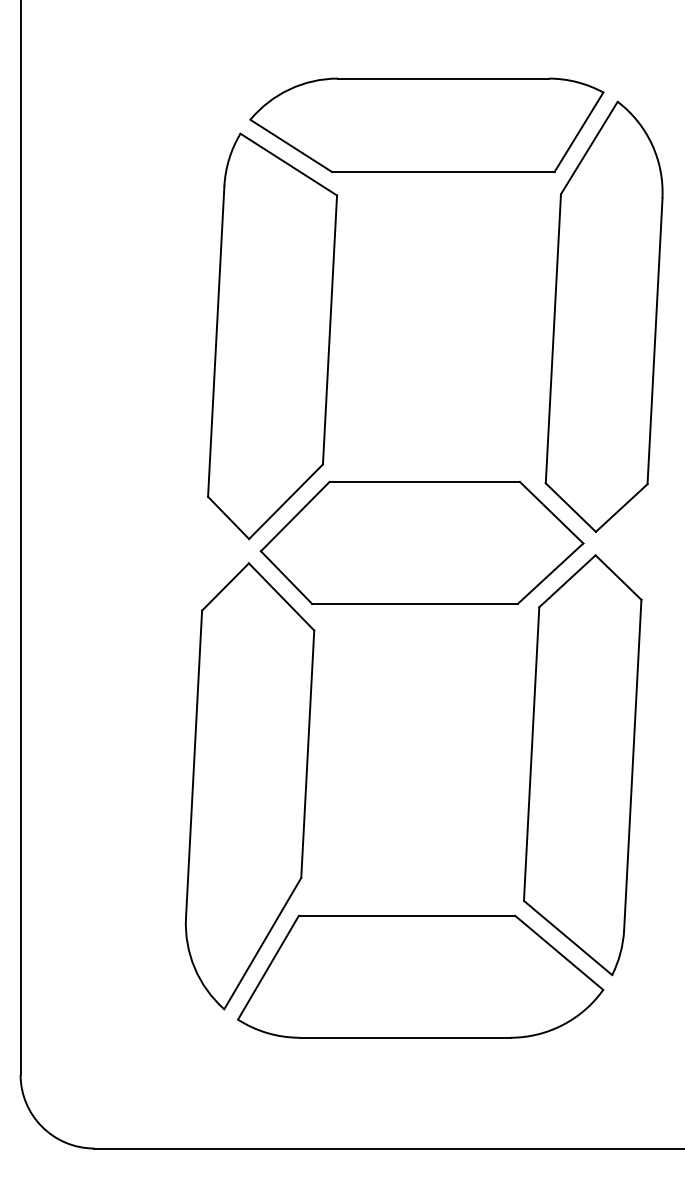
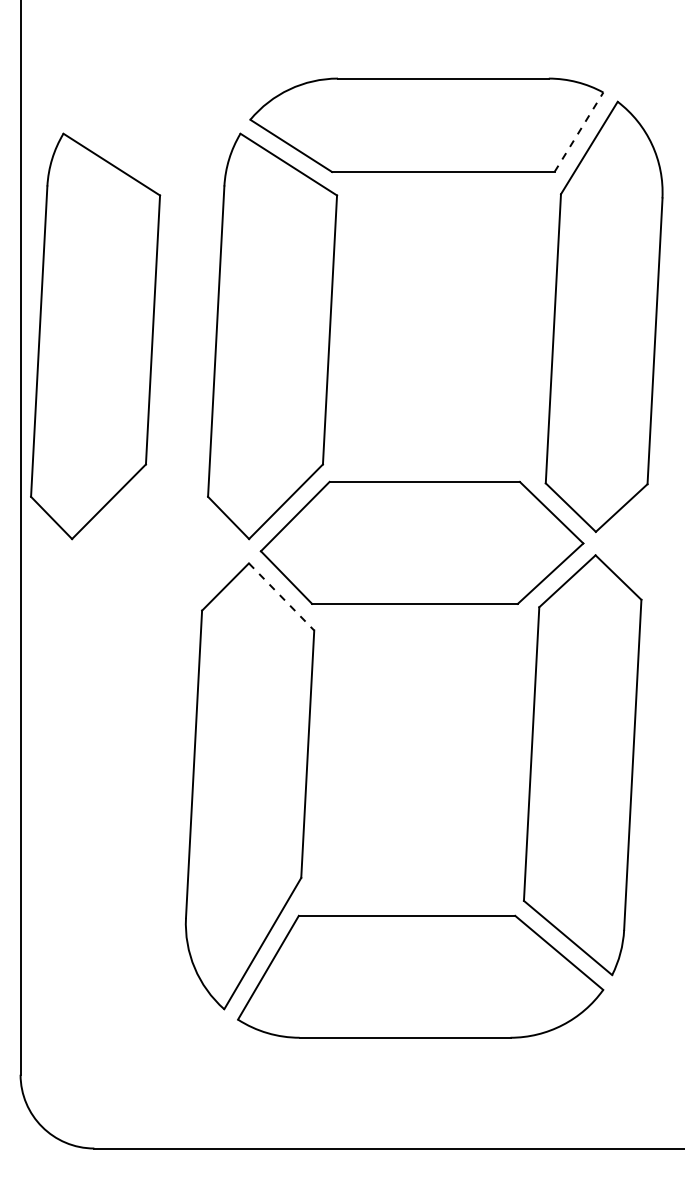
line at (579, 132): solid -> dashed
part at (95, 336): none -> present
line at (281, 596): solid -> dashed
